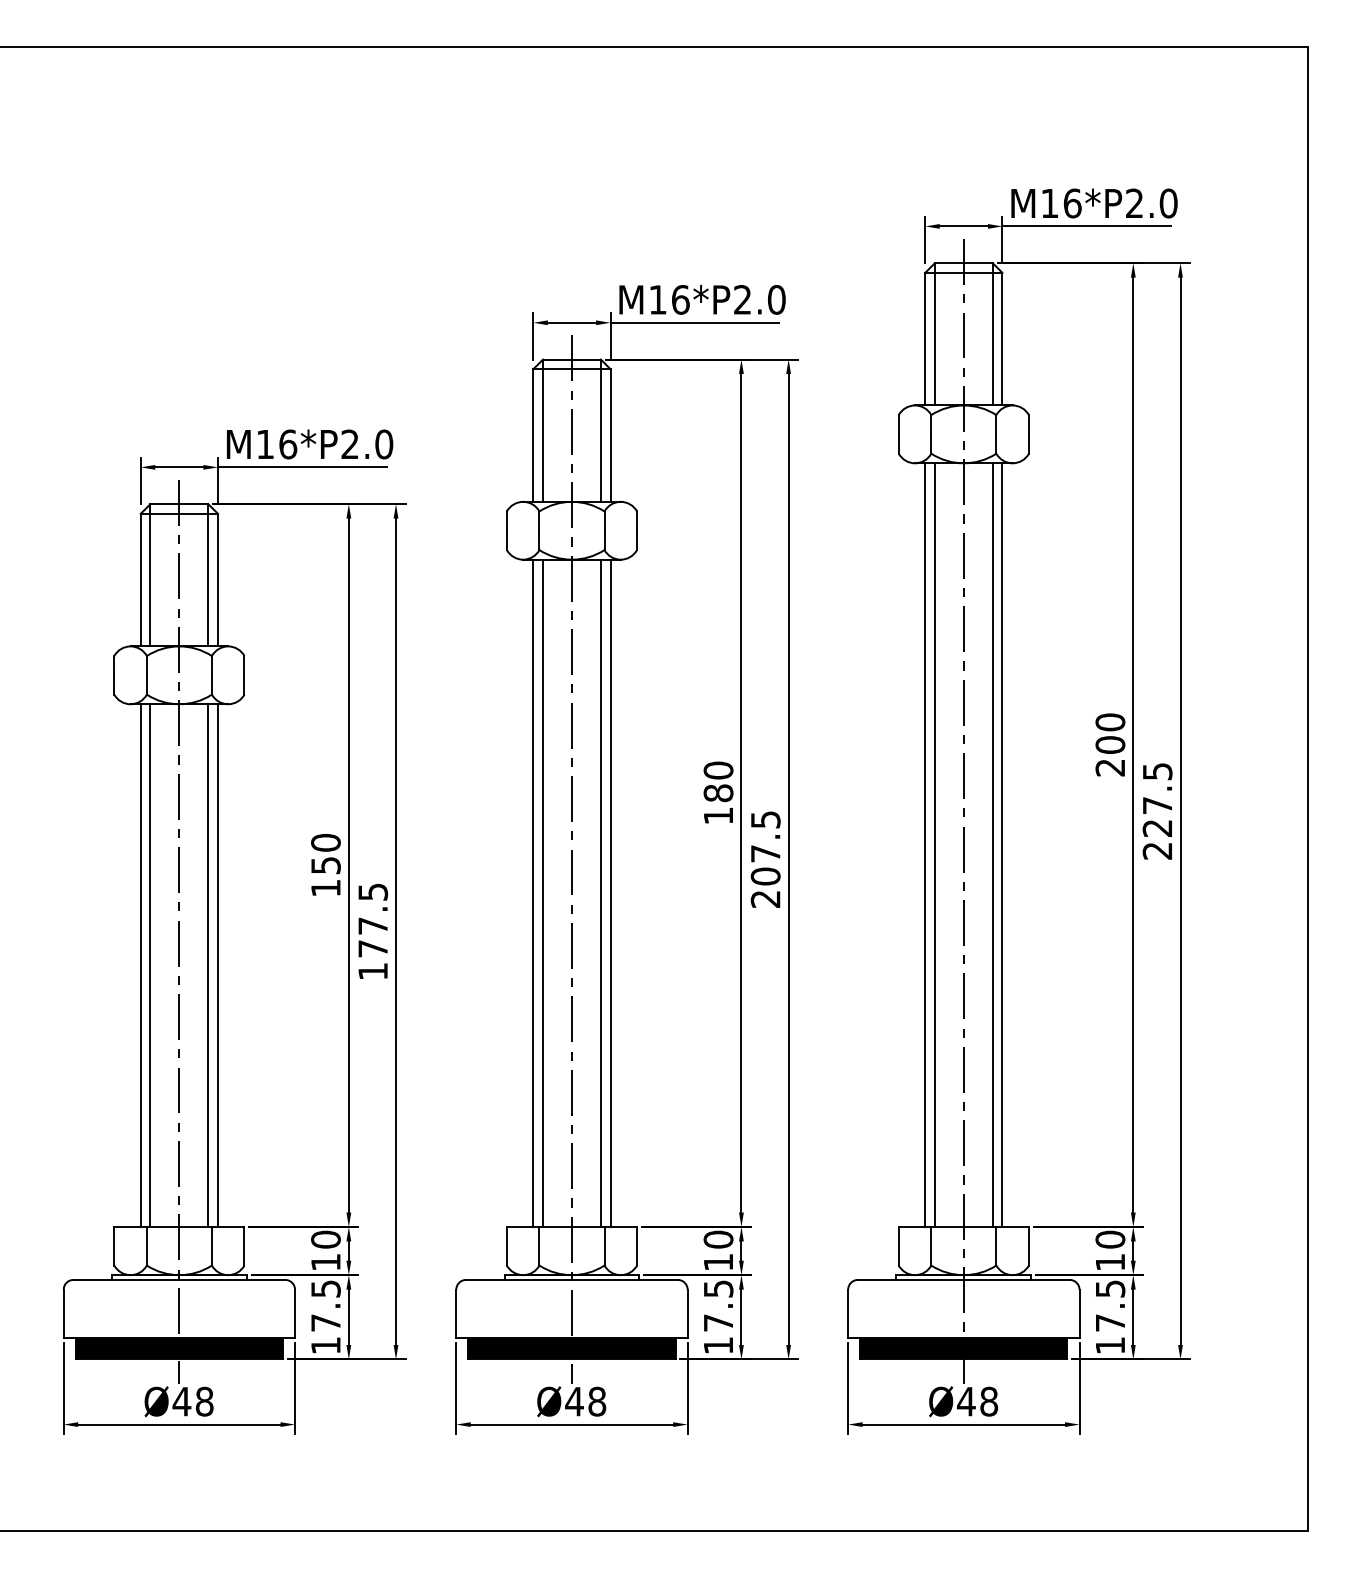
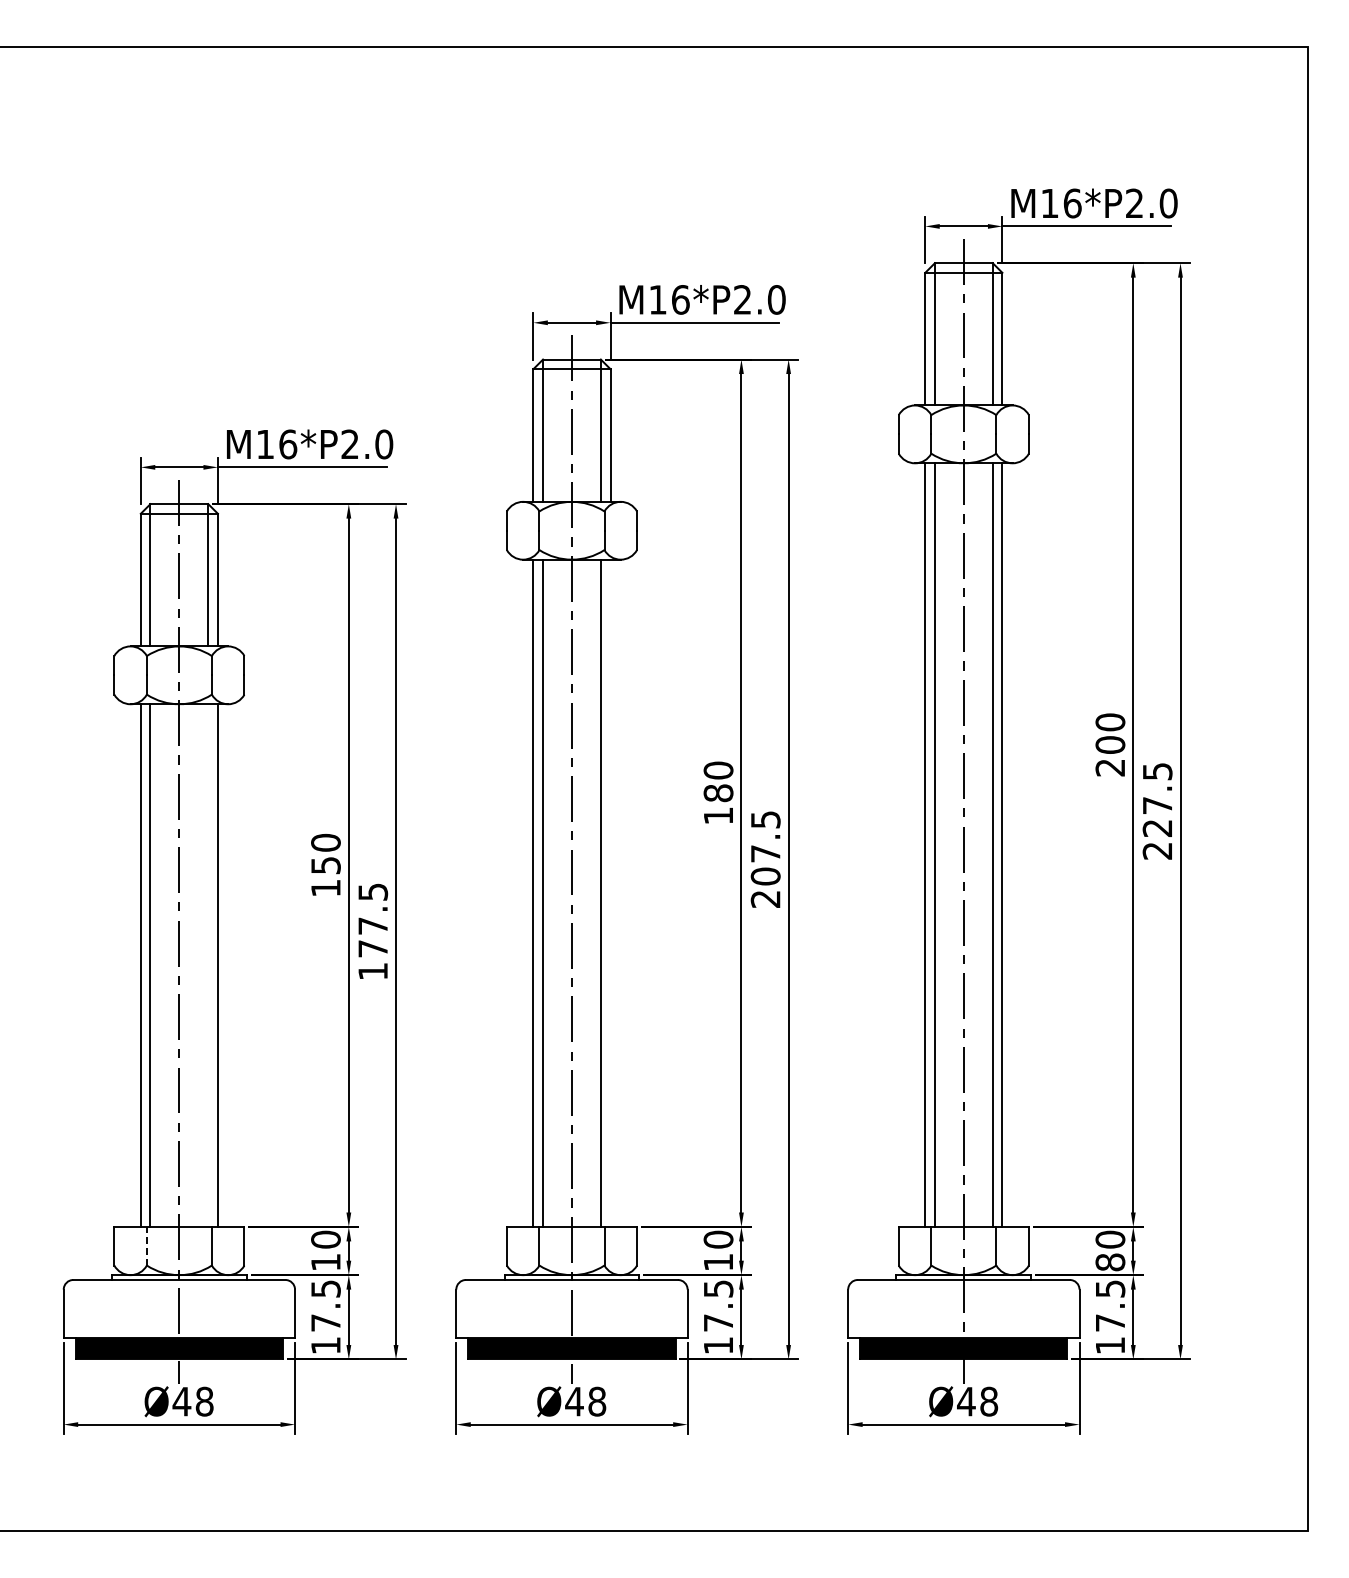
line at (610, 892): present -> none
line at (208, 965): present -> none
line at (146, 1245): solid -> dashed
text at (1110, 1262): 10 -> 80
